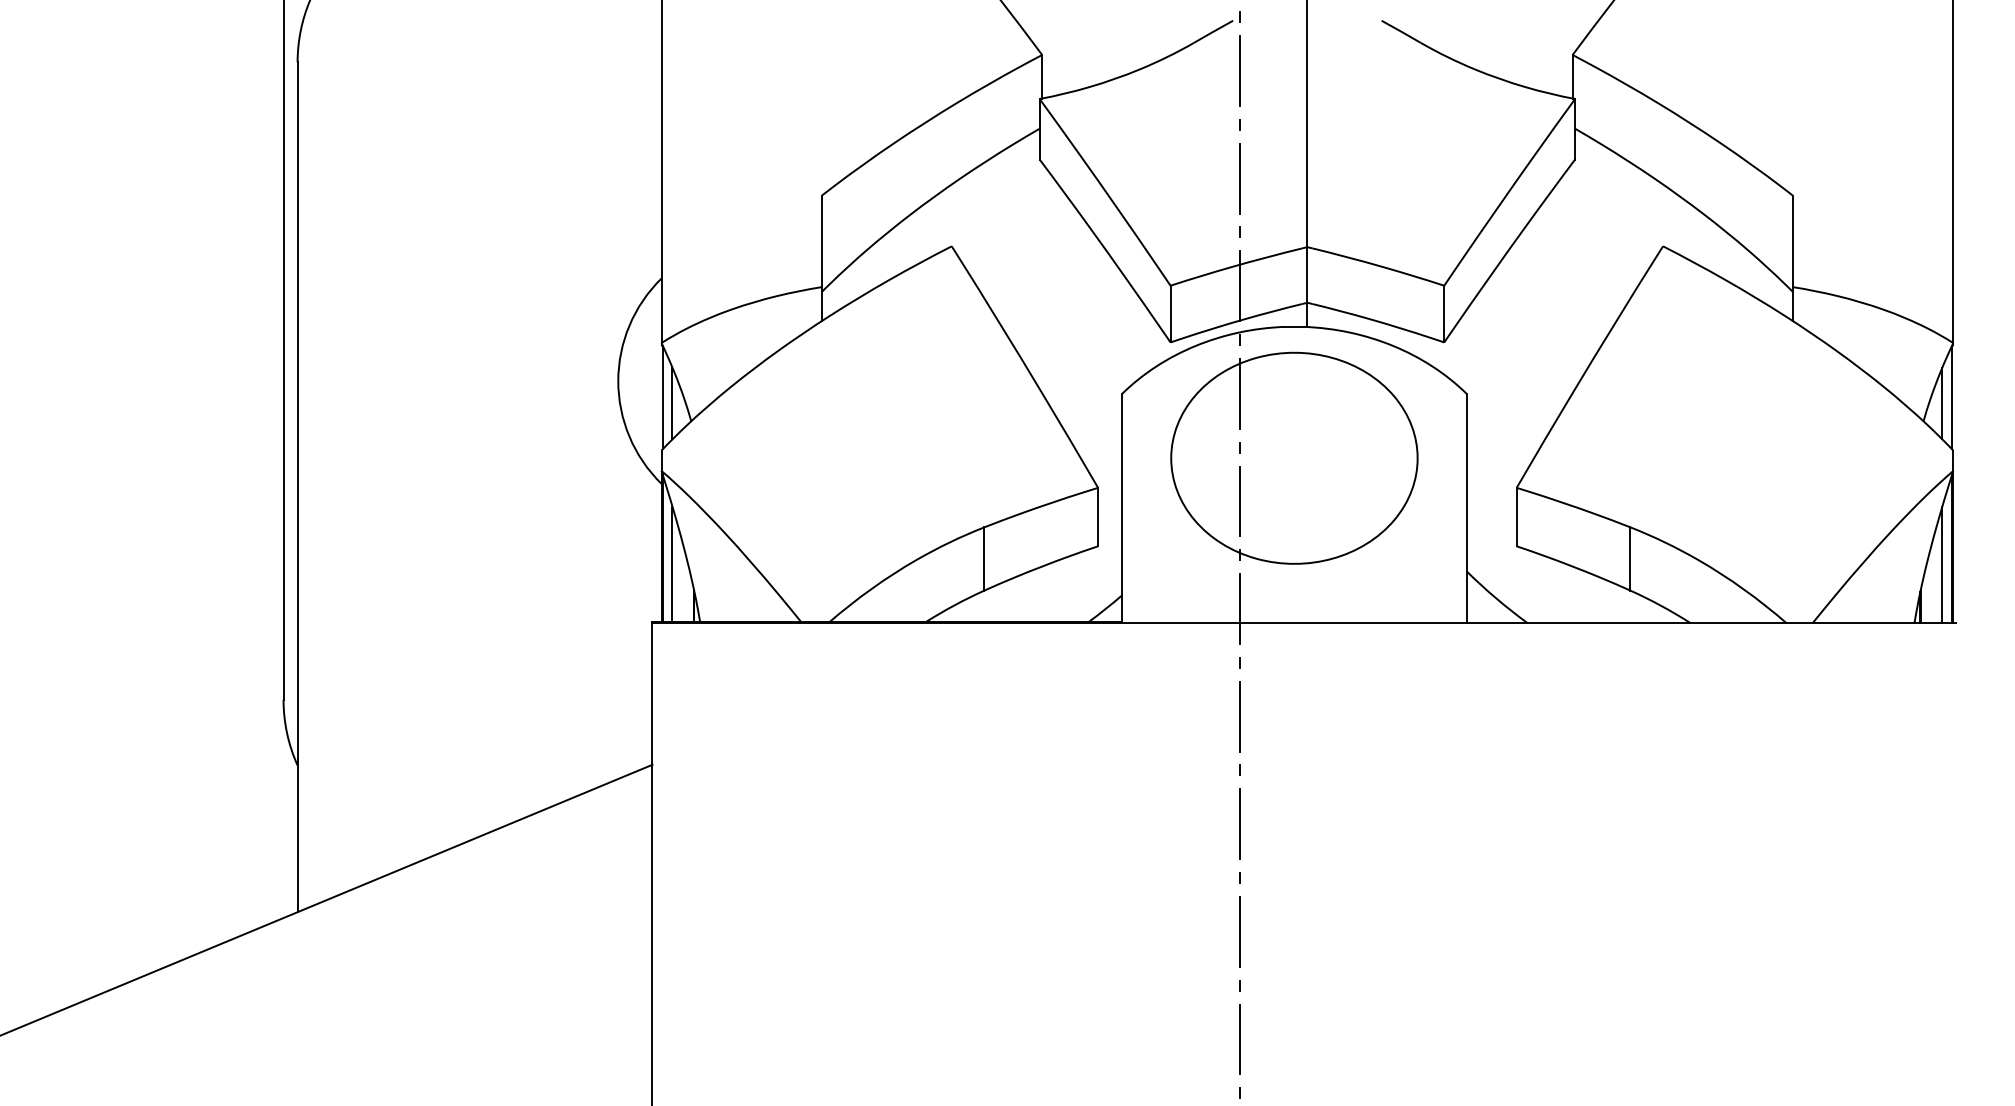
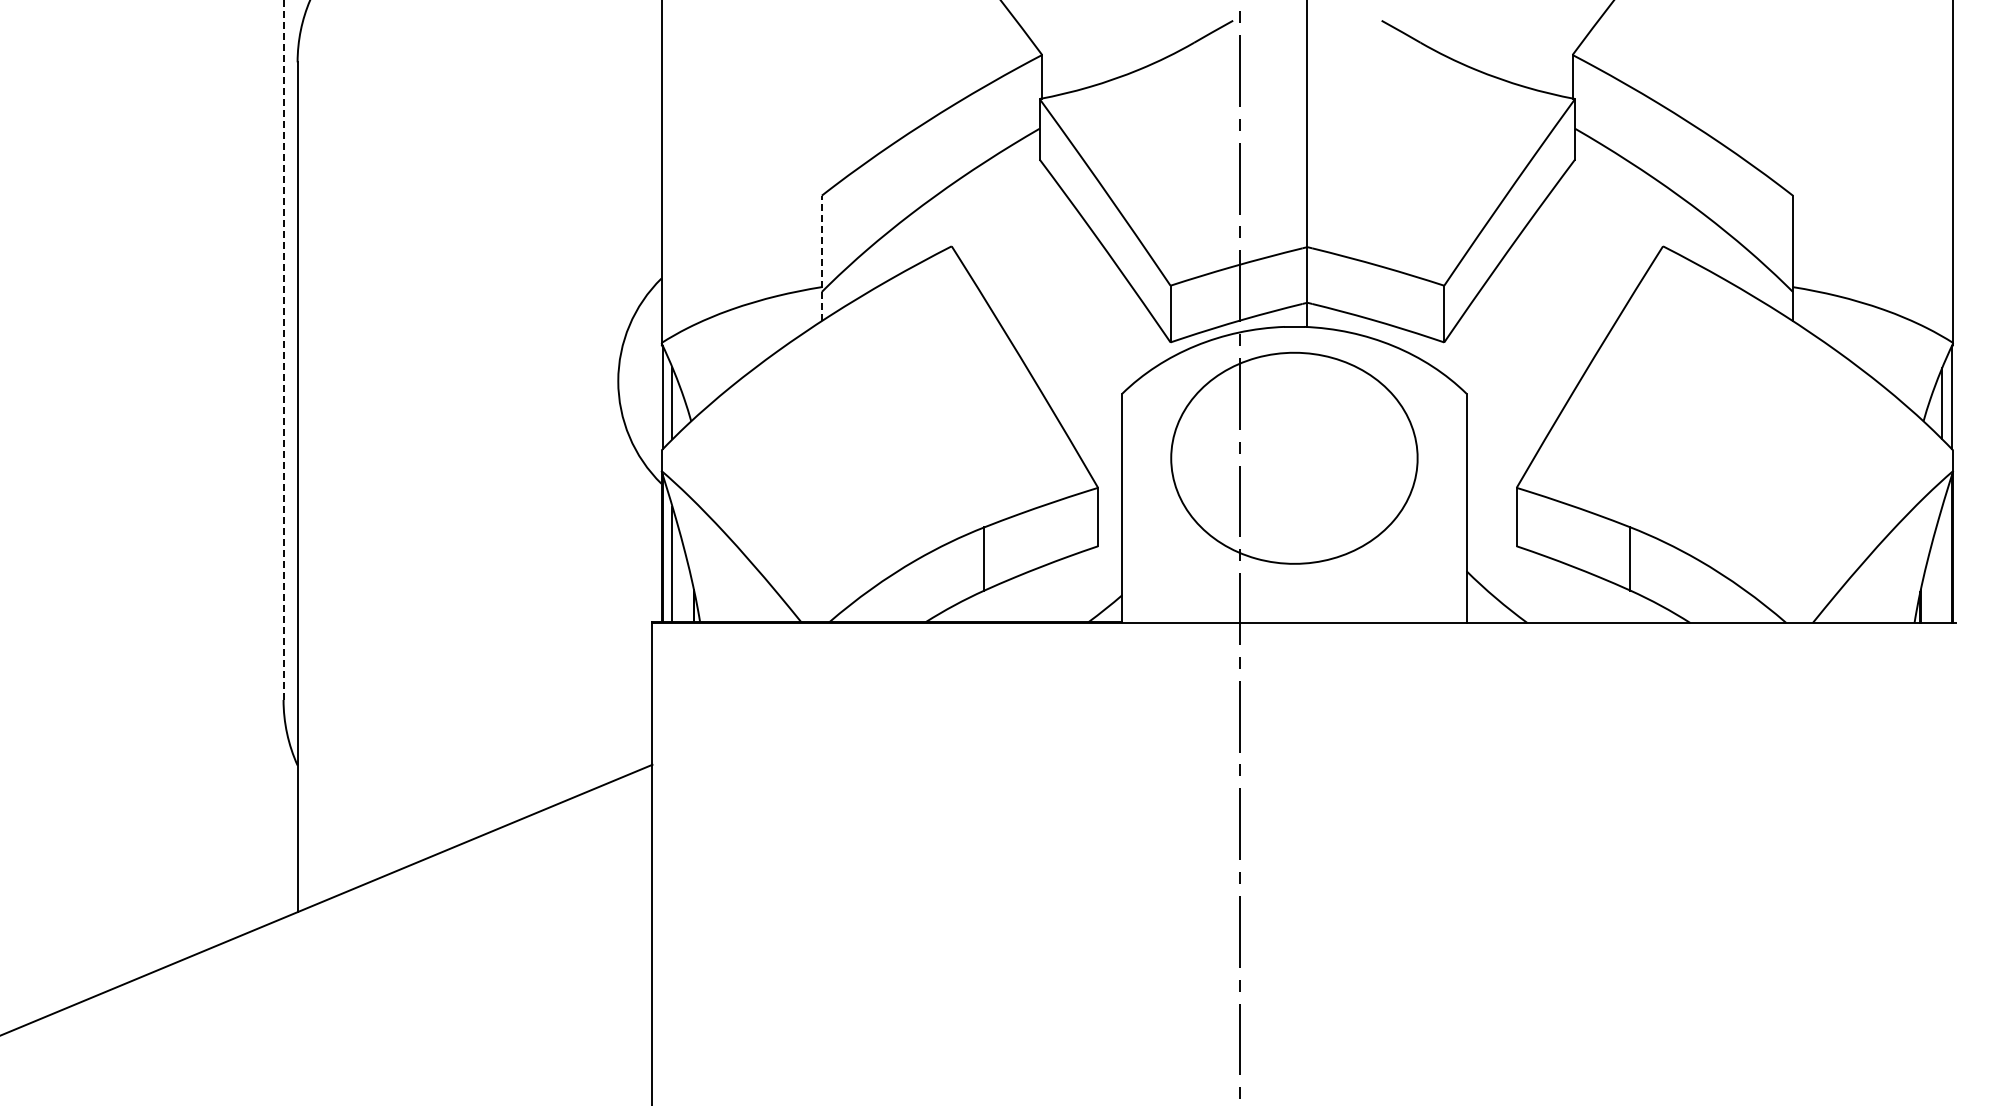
line at (821, 258): solid -> dashed
line at (283, 350): solid -> dashed
line at (1942, 564): present -> none
